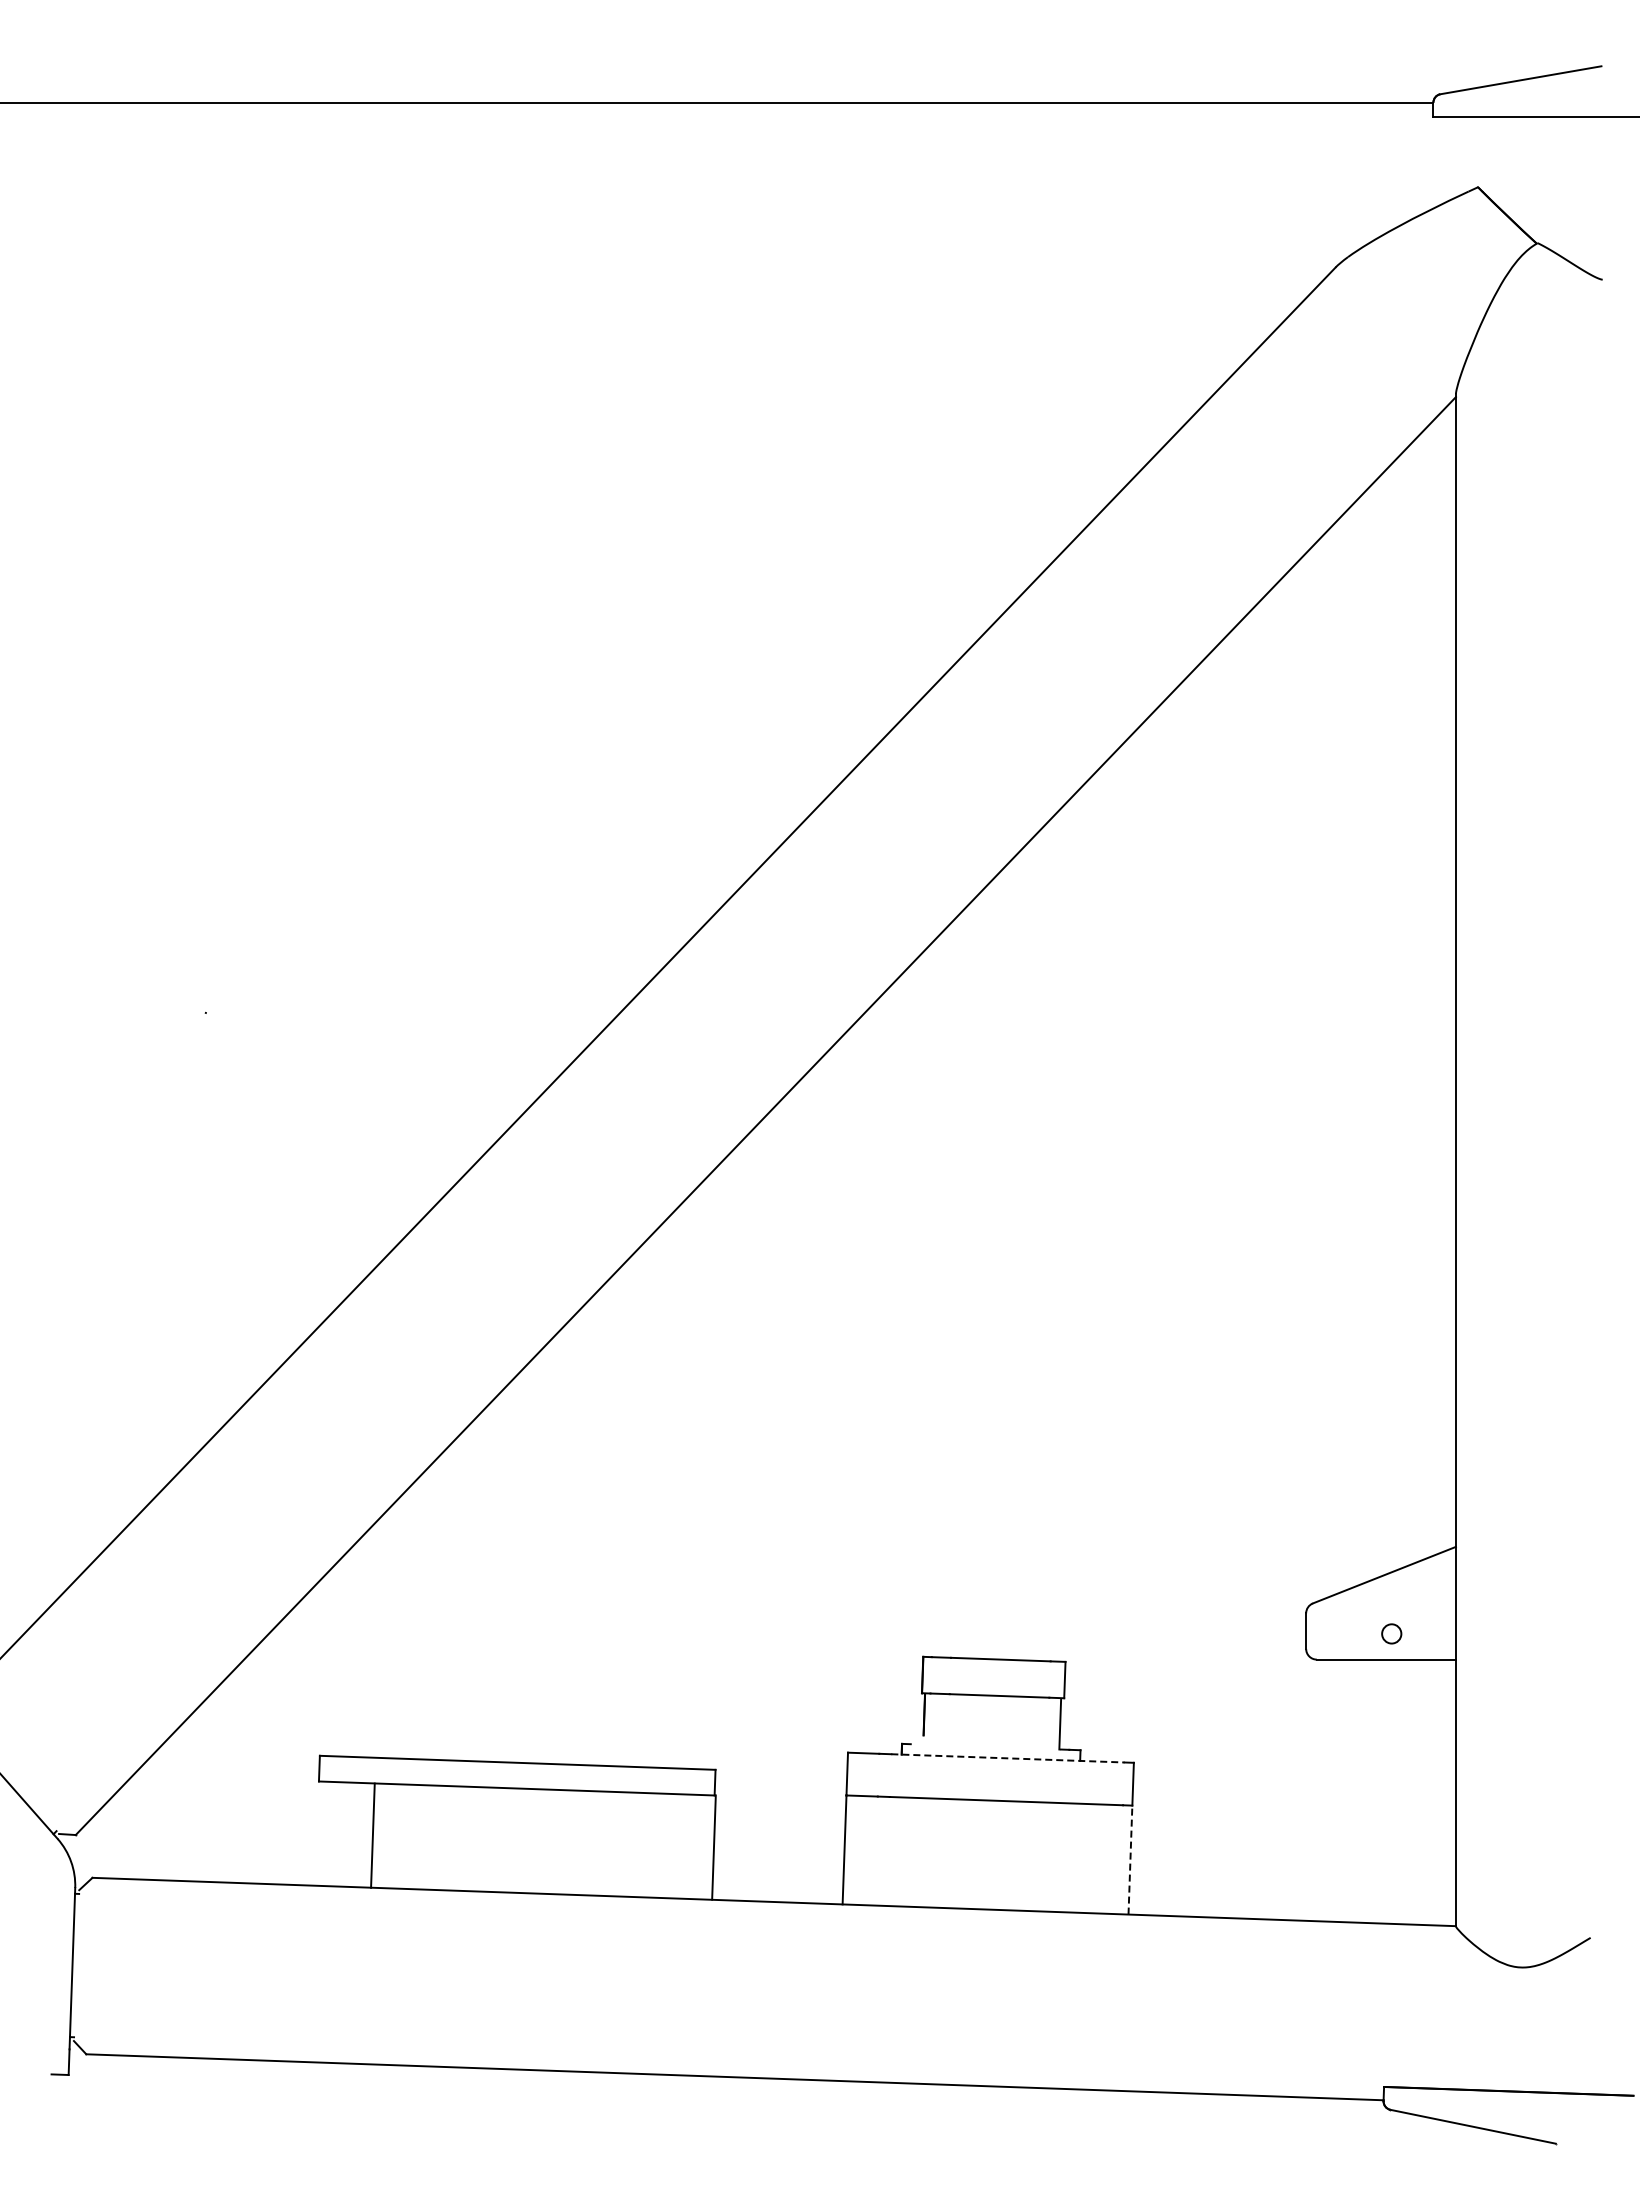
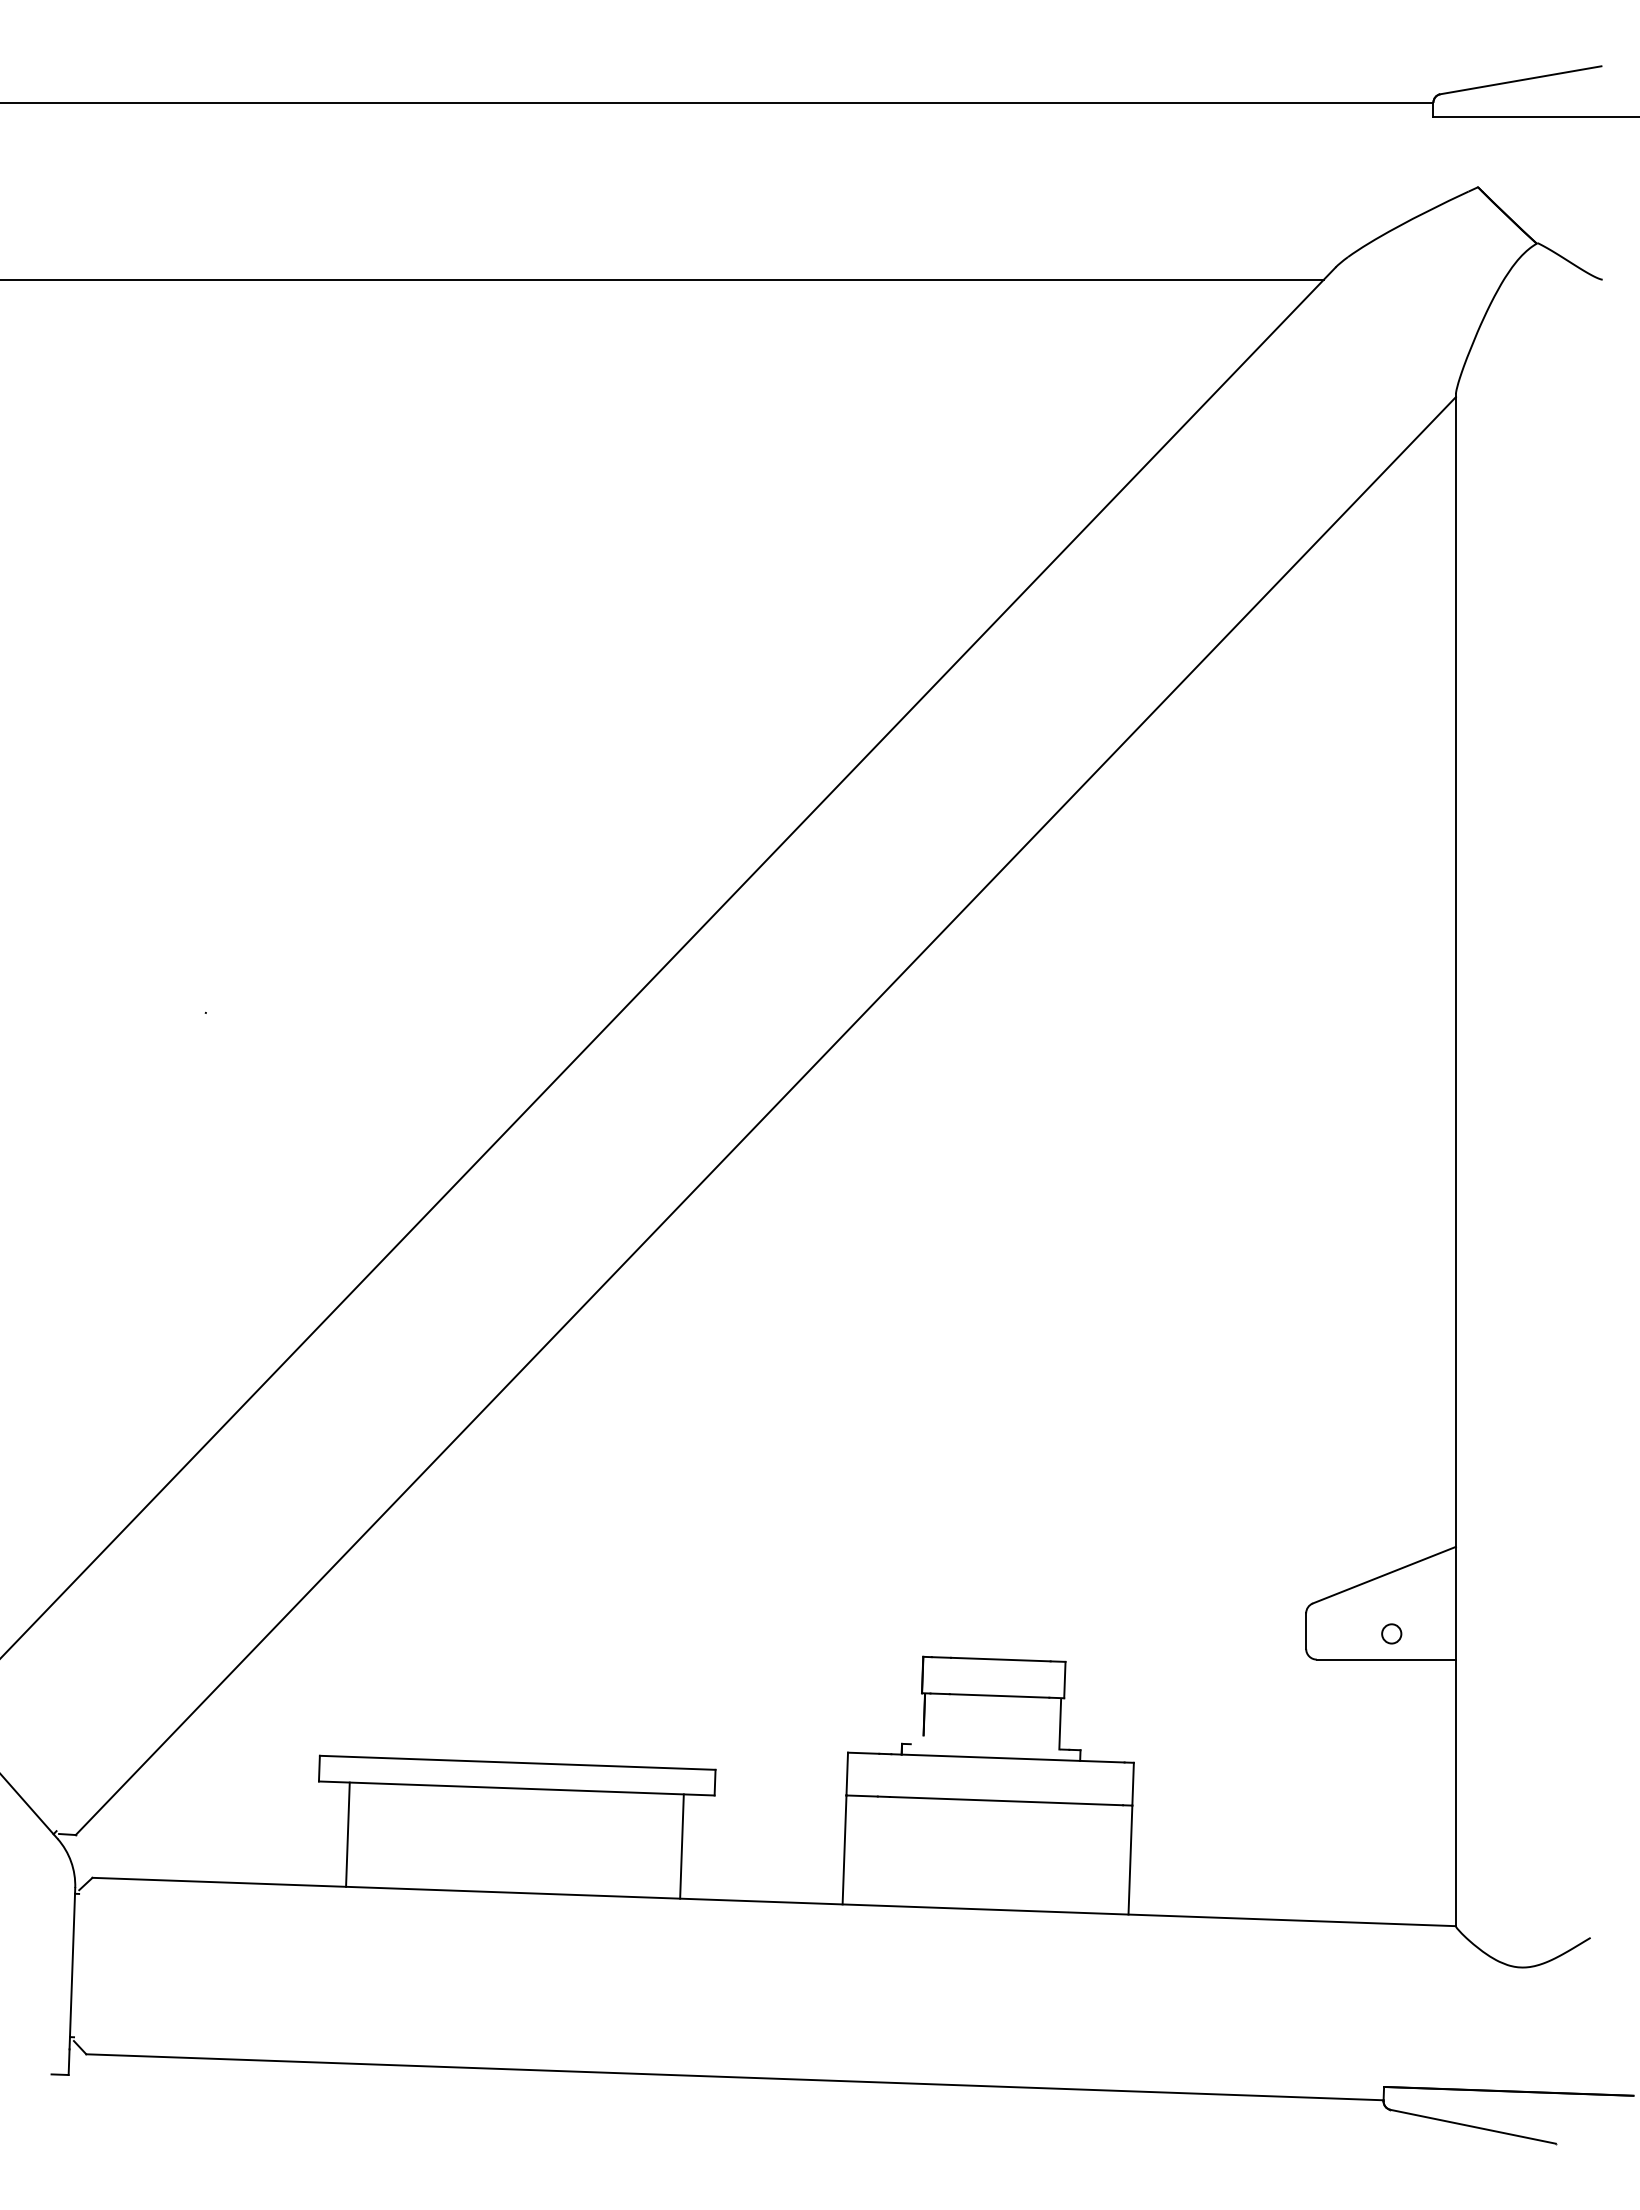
line at (662, 279): none -> present
line at (1007, 1758): dashed -> solid
line at (372, 1835) position: (372, 1835) -> (347, 1834)
line at (713, 1847) position: (713, 1847) -> (681, 1846)
line at (1130, 1860): dashed -> solid
